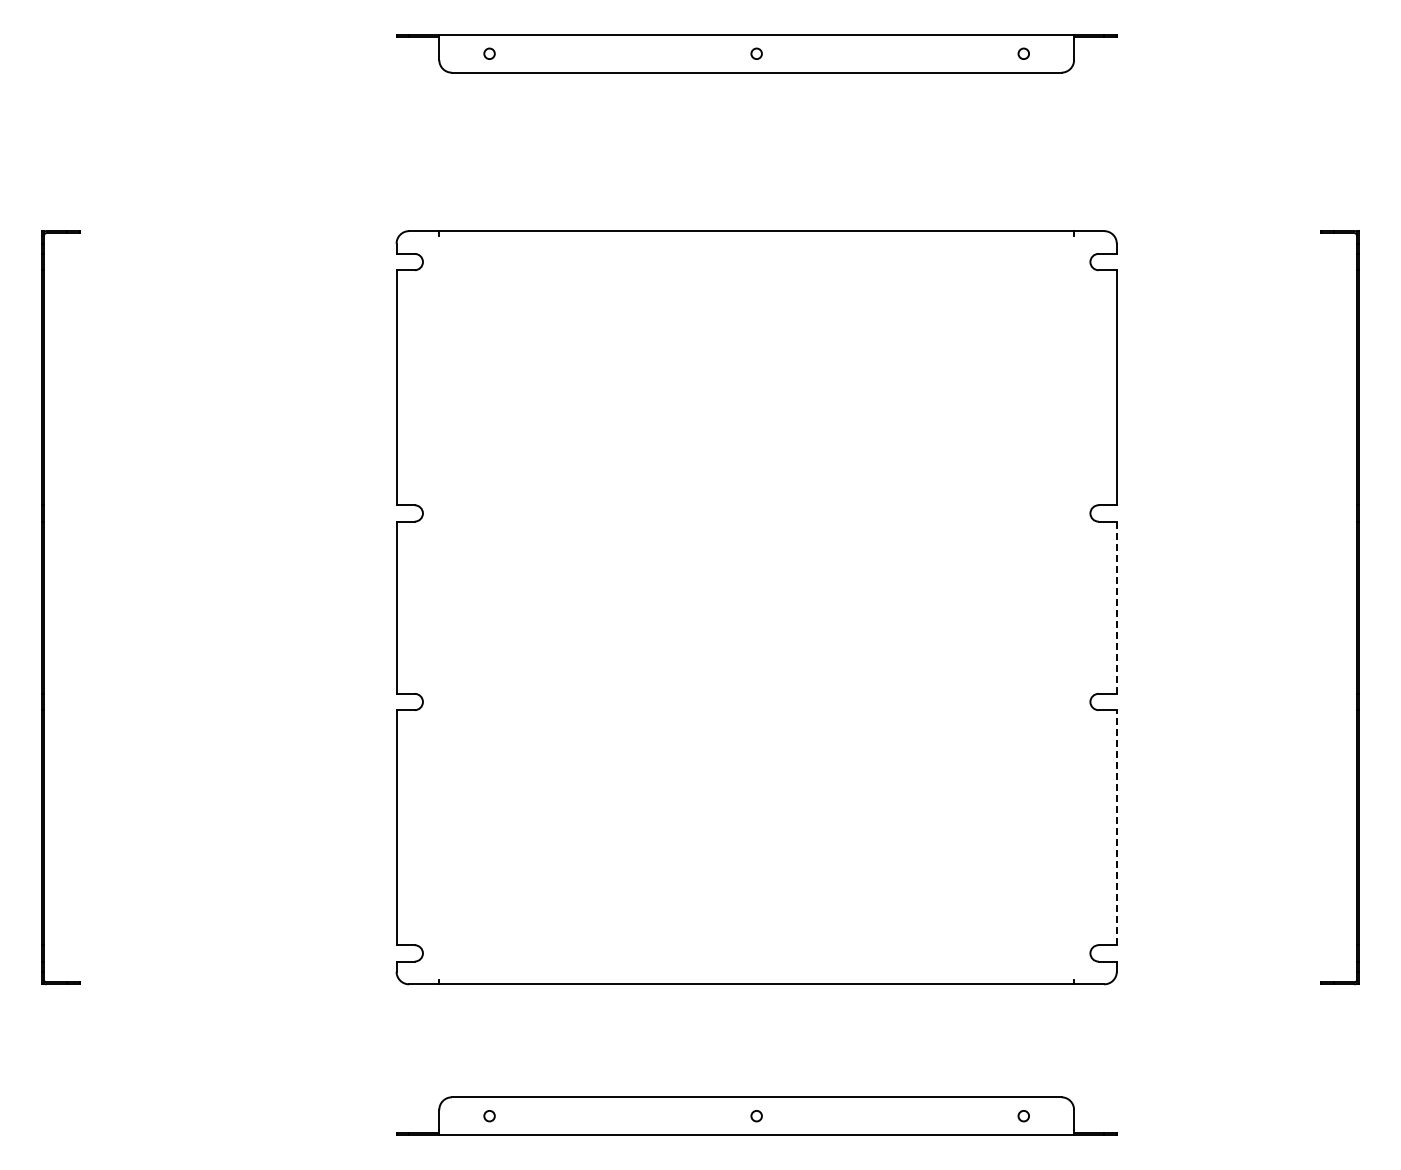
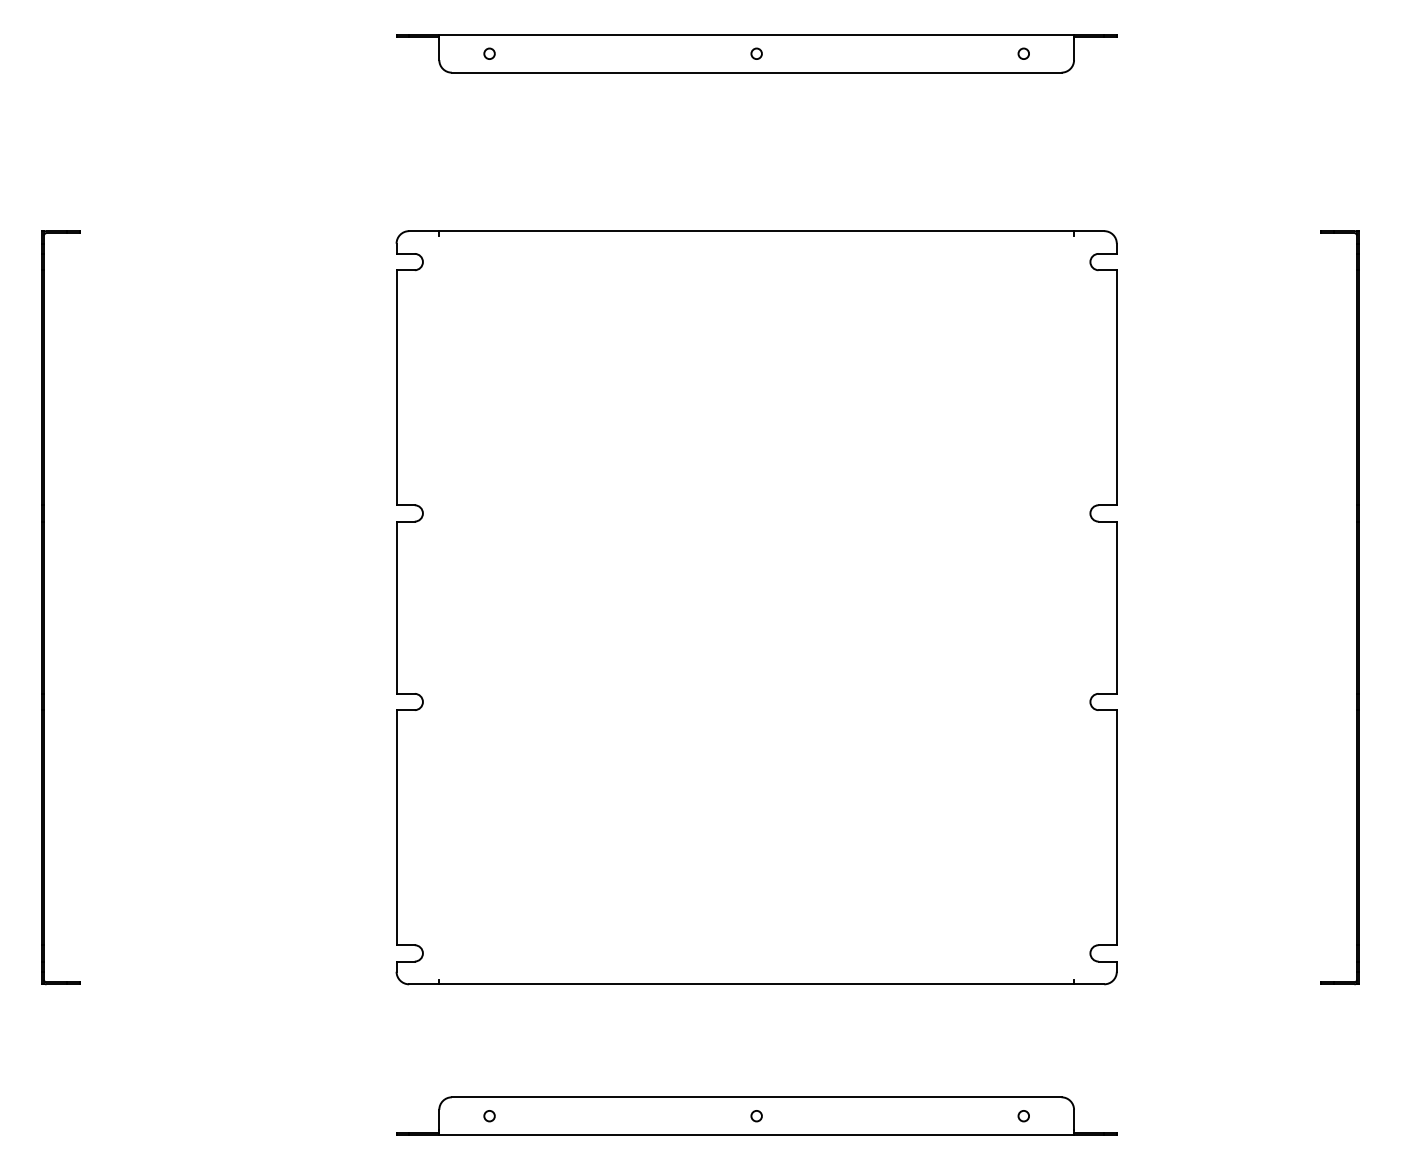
line at (1116, 607): dashed -> solid
line at (1116, 827): dashed -> solid
